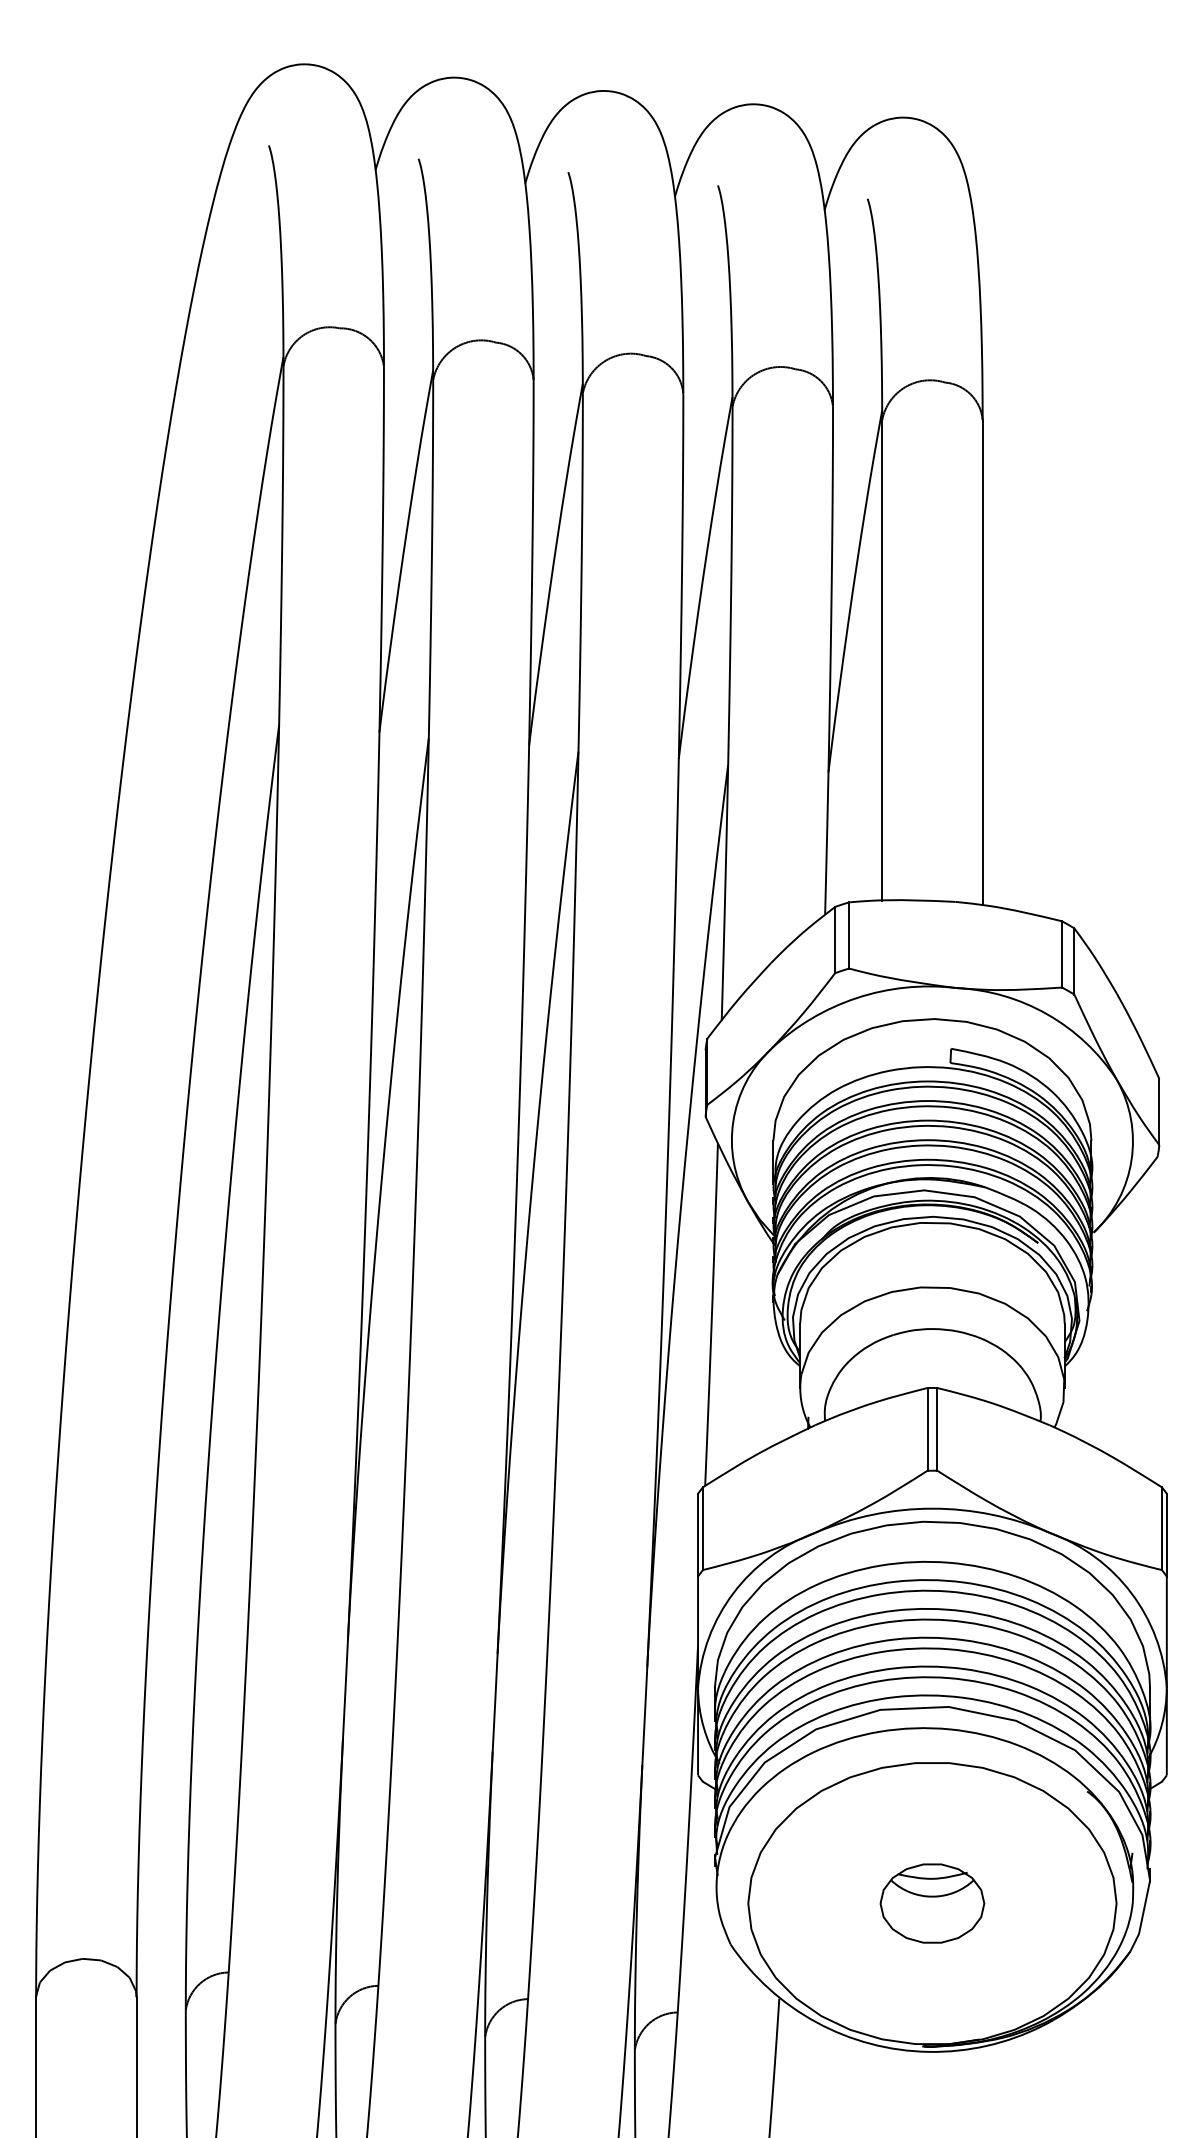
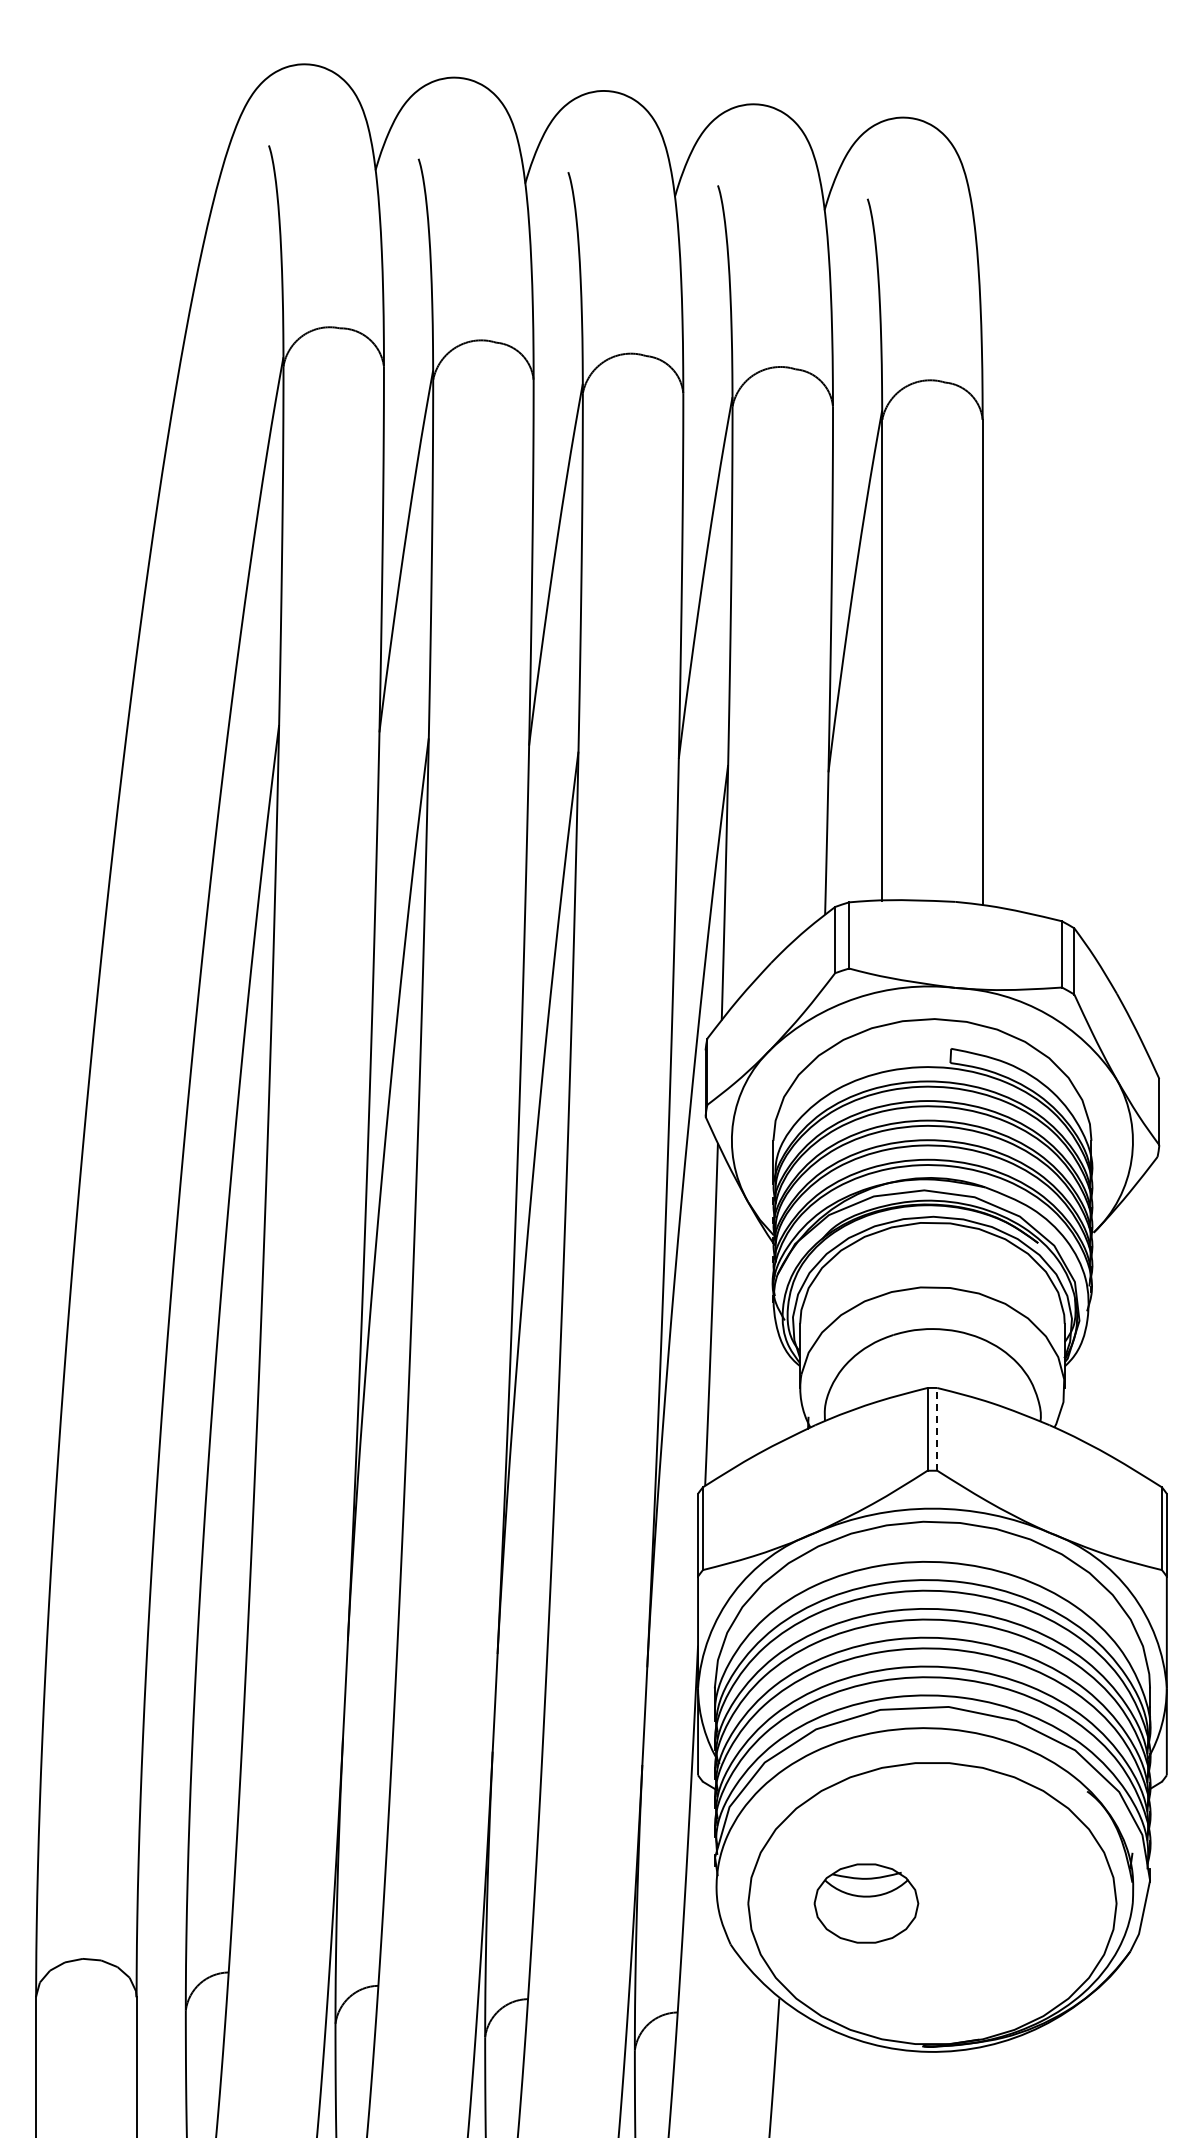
line at (937, 1428): solid -> dashed
part at (932, 1903) position: (932, 1903) -> (866, 1903)
